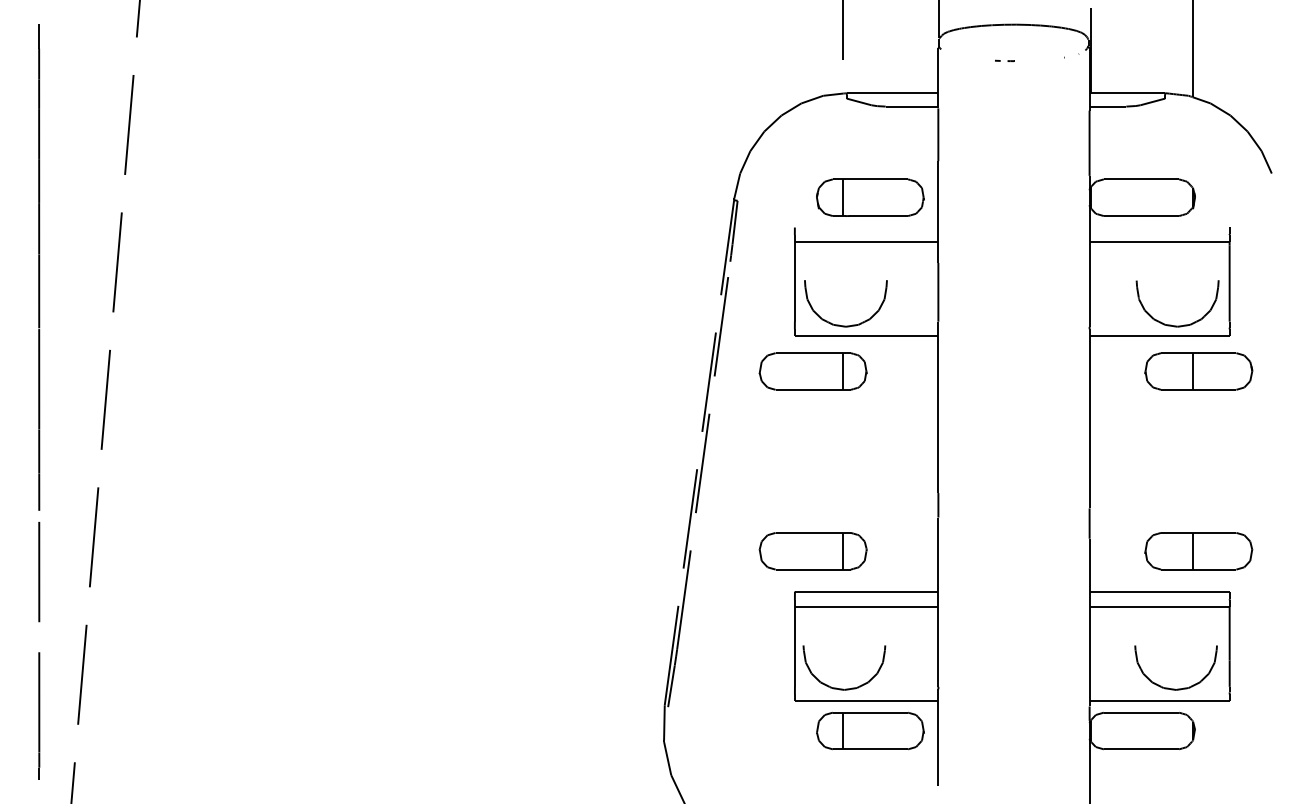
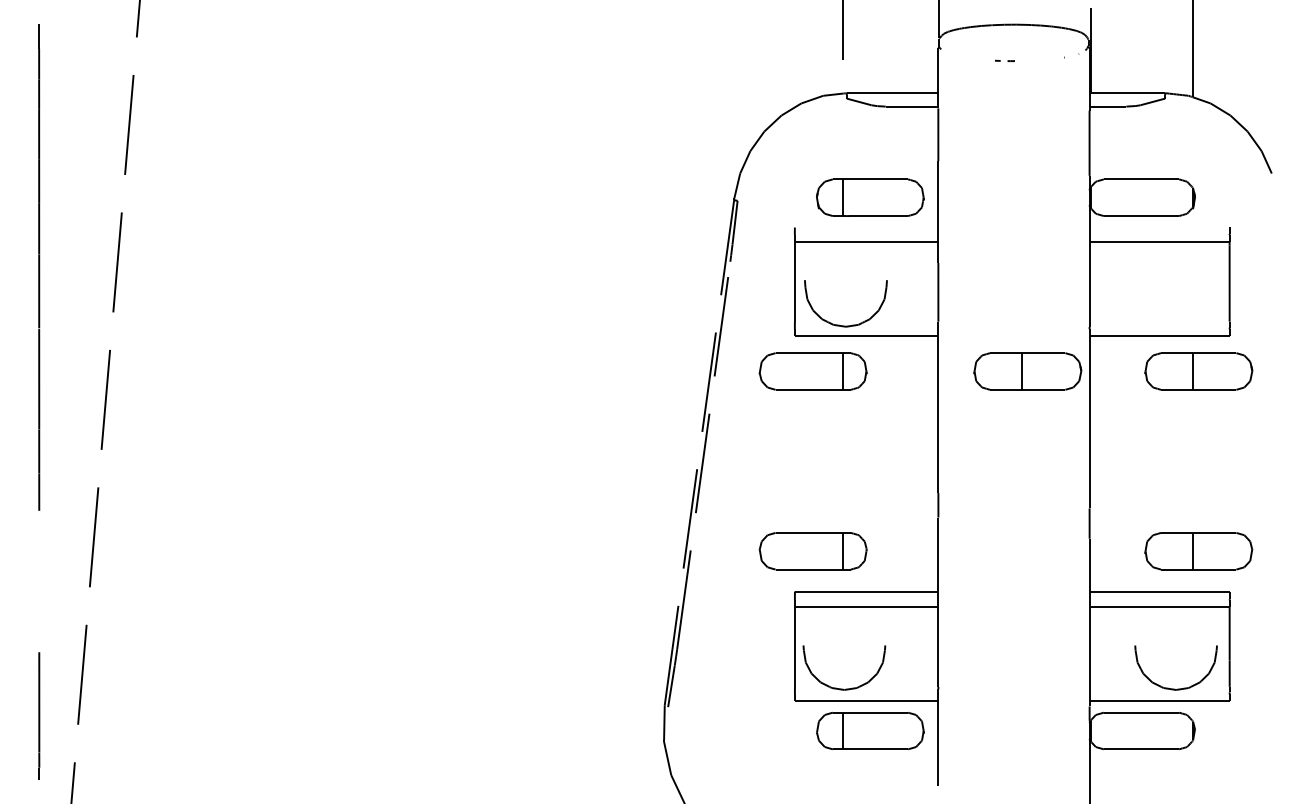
part at (1171, 324): present -> none
part at (1027, 371): none -> present
line at (39, 572): present -> none
